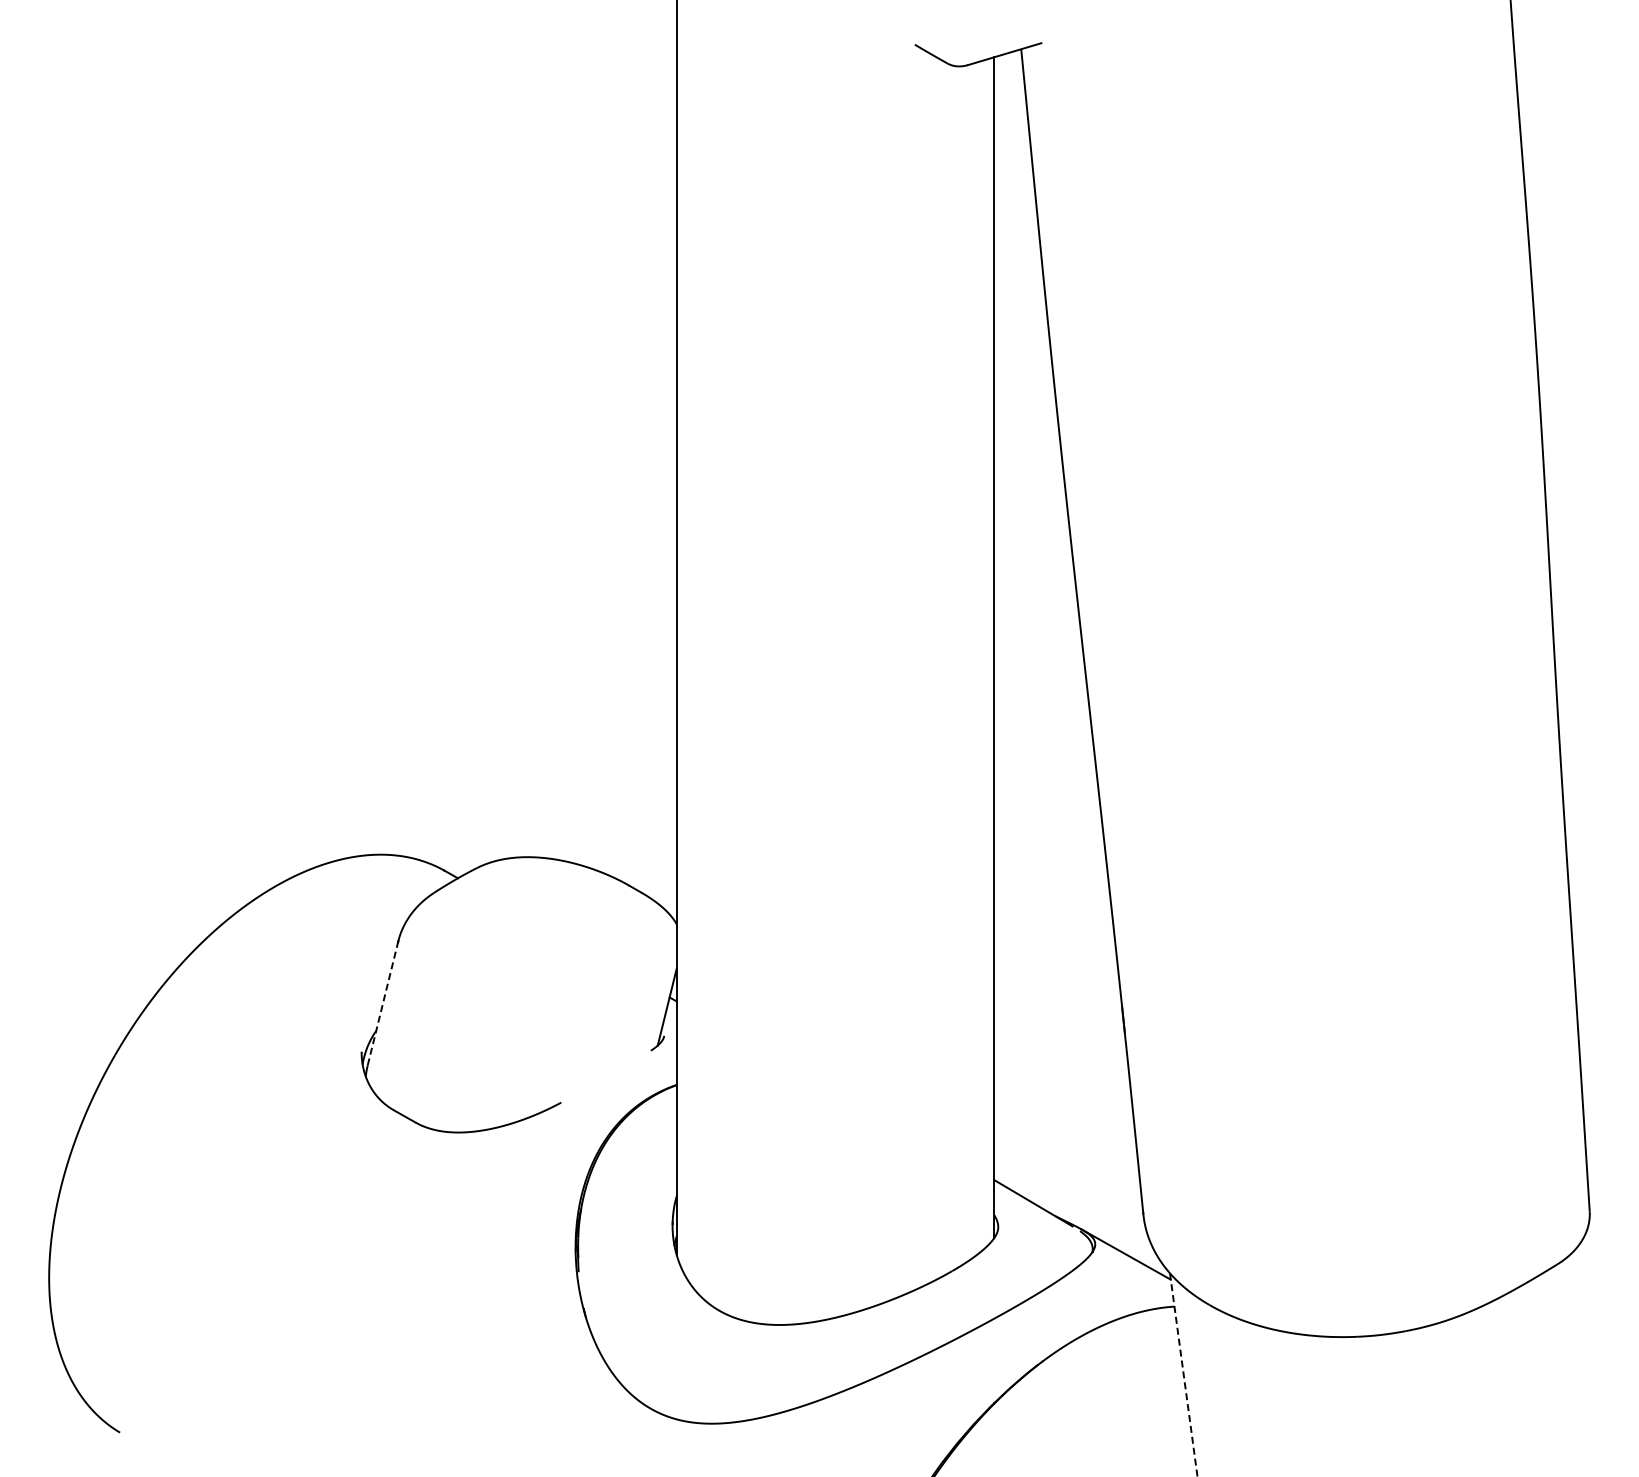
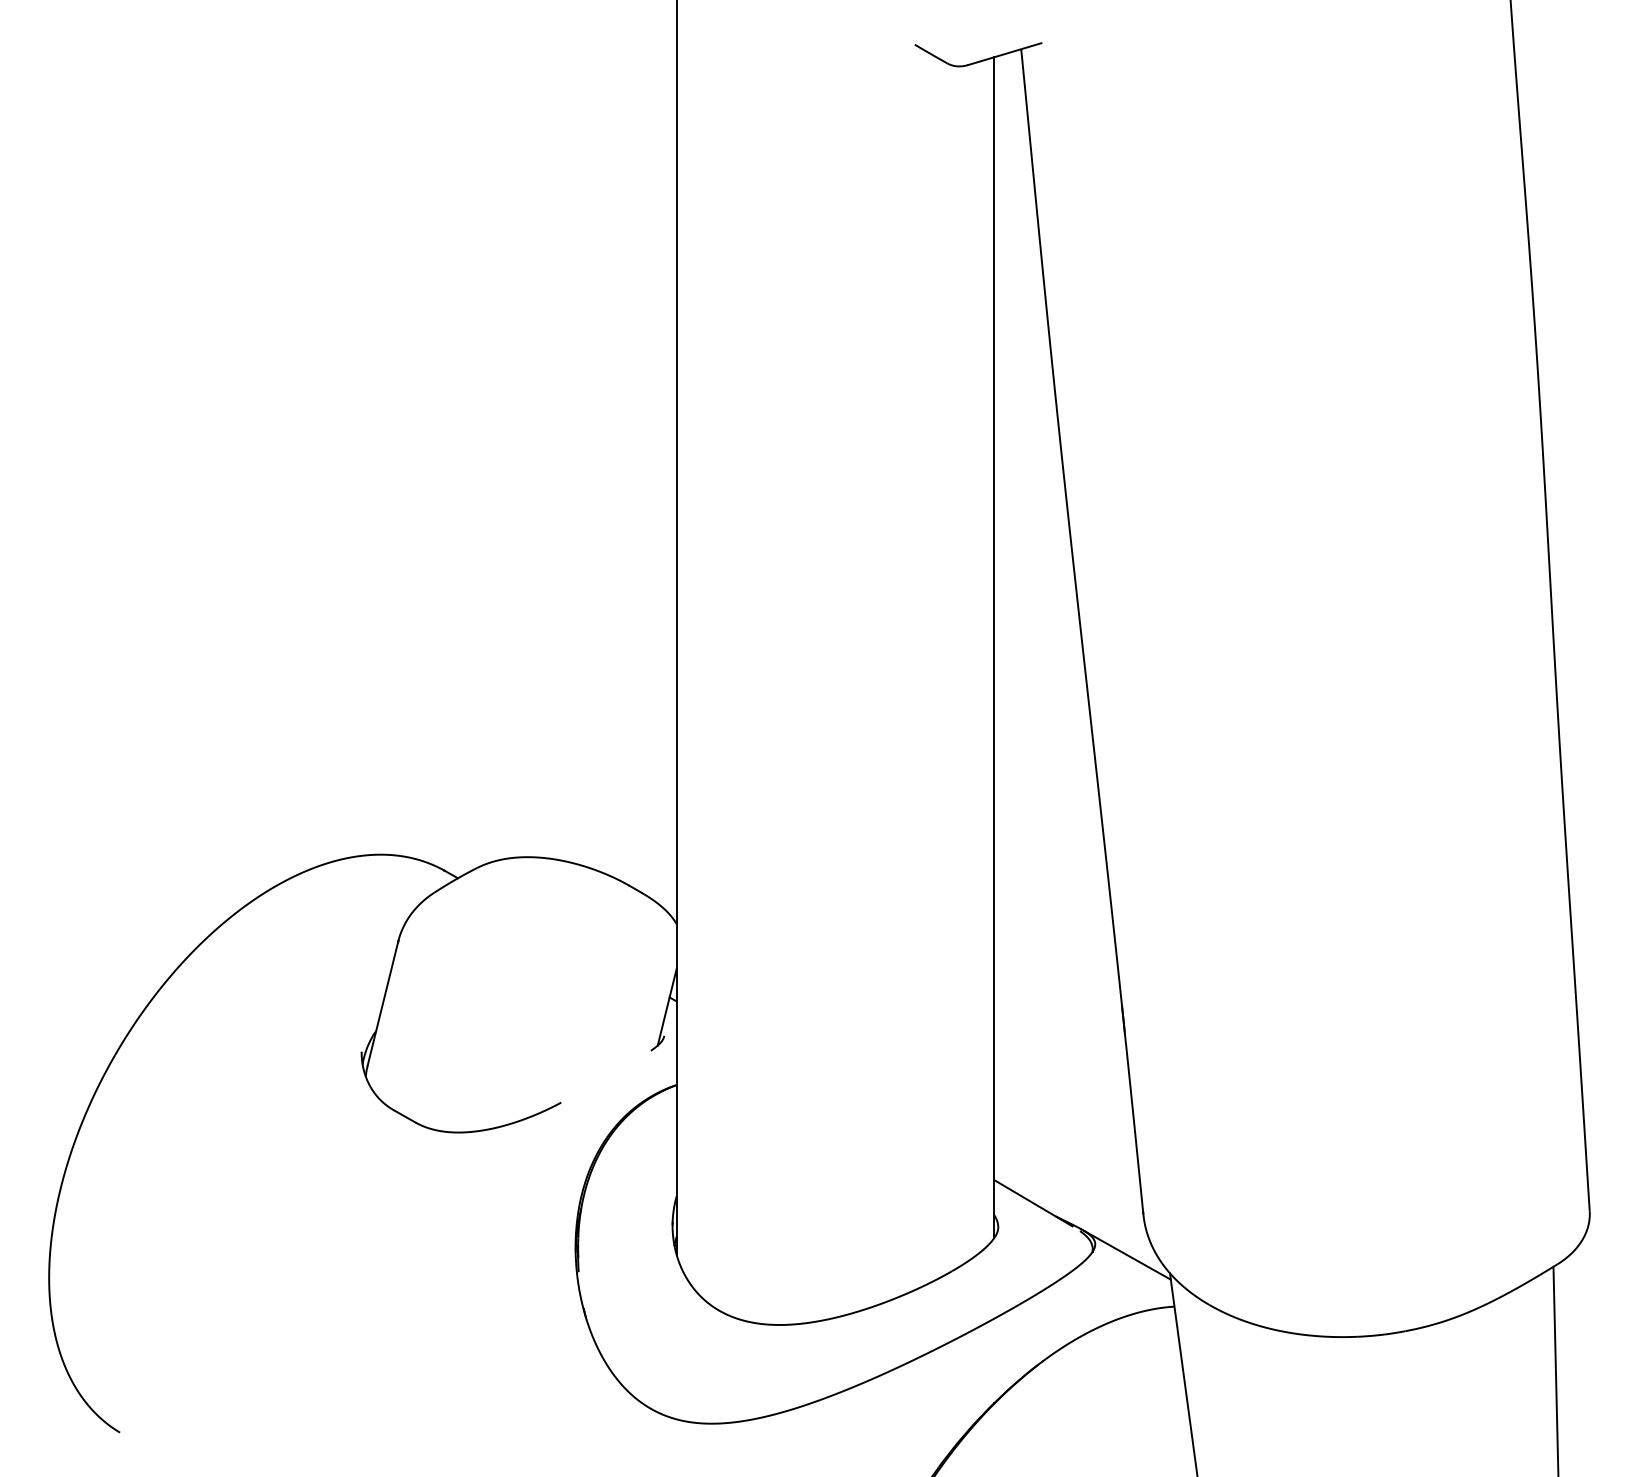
line at (382, 1003): dashed -> solid
line at (1555, 1369): none -> present
line at (1183, 1375): dashed -> solid
